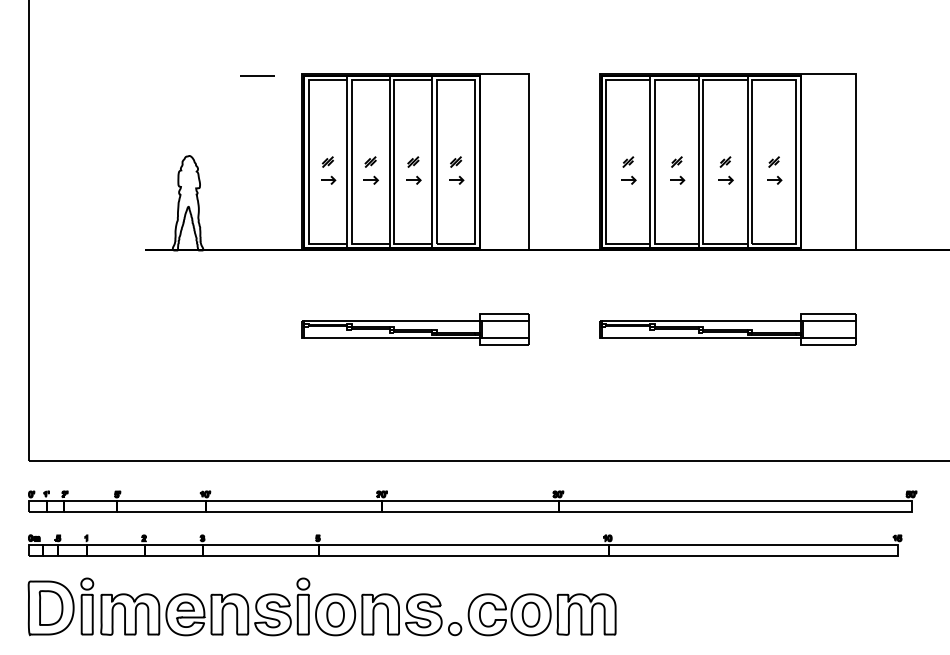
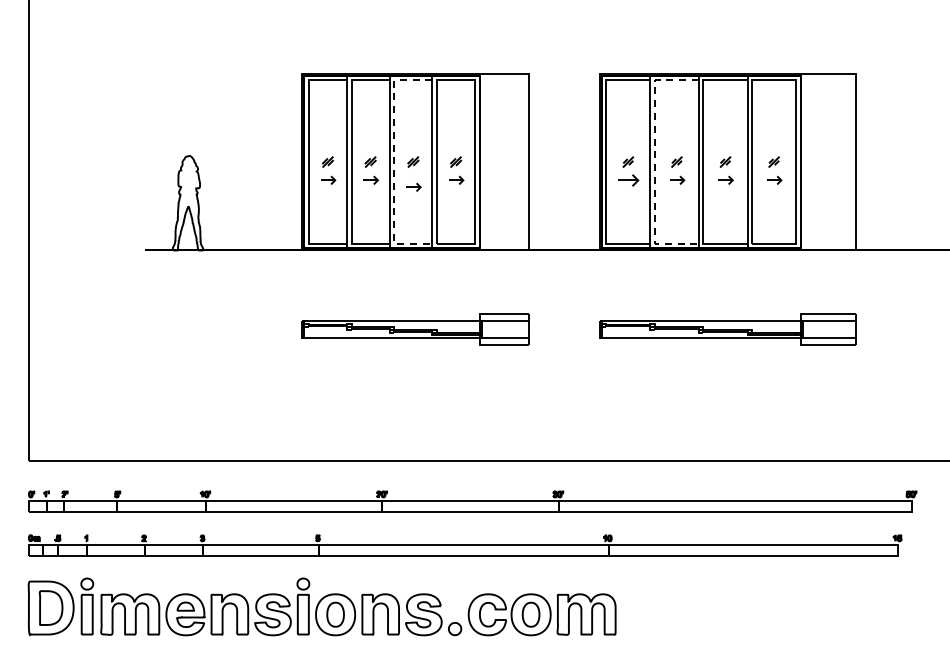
line at (257, 75): present -> none
line at (394, 162): solid -> dashed
line at (654, 162): solid -> dashed
part at (413, 179) position: (413, 179) -> (413, 186)
part at (628, 179) size: 16x10 px -> 22x13 px
